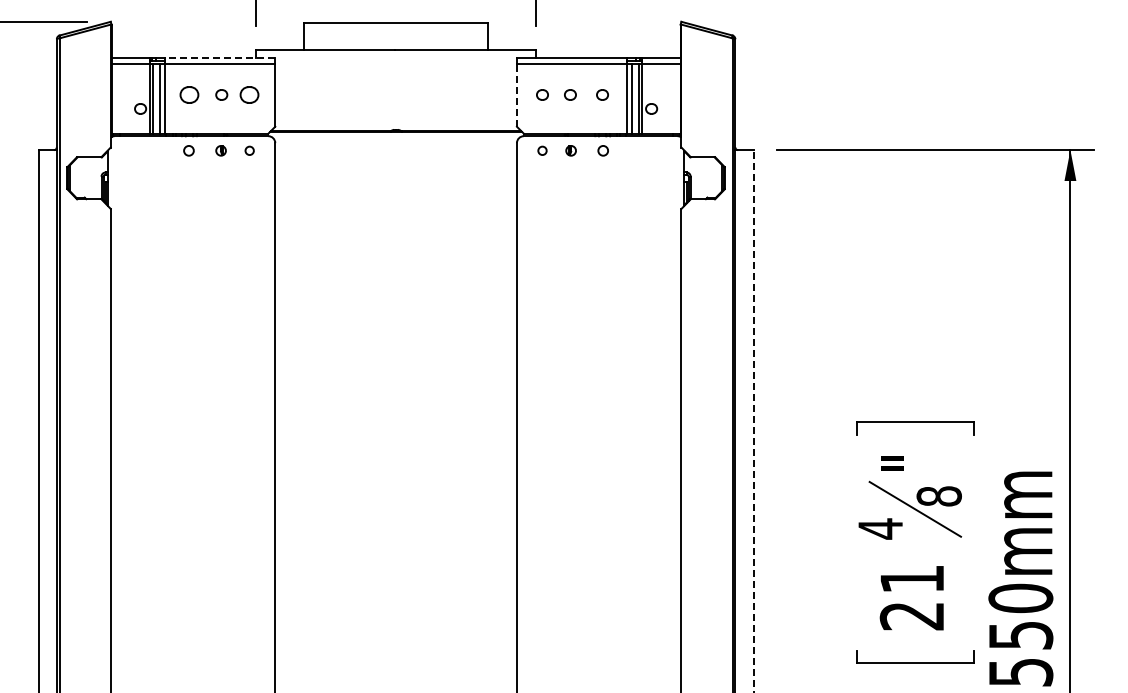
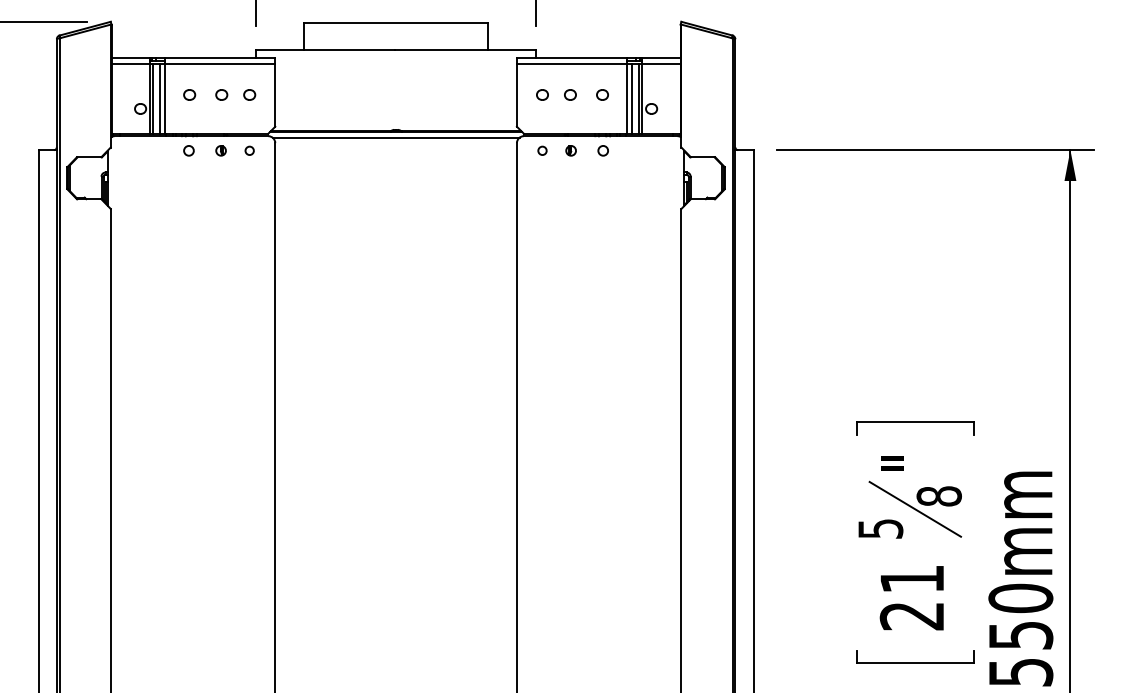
line at (219, 58): dashed -> solid
part at (189, 94) size: 21x18 px -> 14x12 px
part at (249, 94) size: 21x18 px -> 14x12 px
line at (516, 94): dashed -> solid
line at (395, 137): none -> present
line at (753, 421): dashed -> solid
text at (880, 528): 4 -> 5
